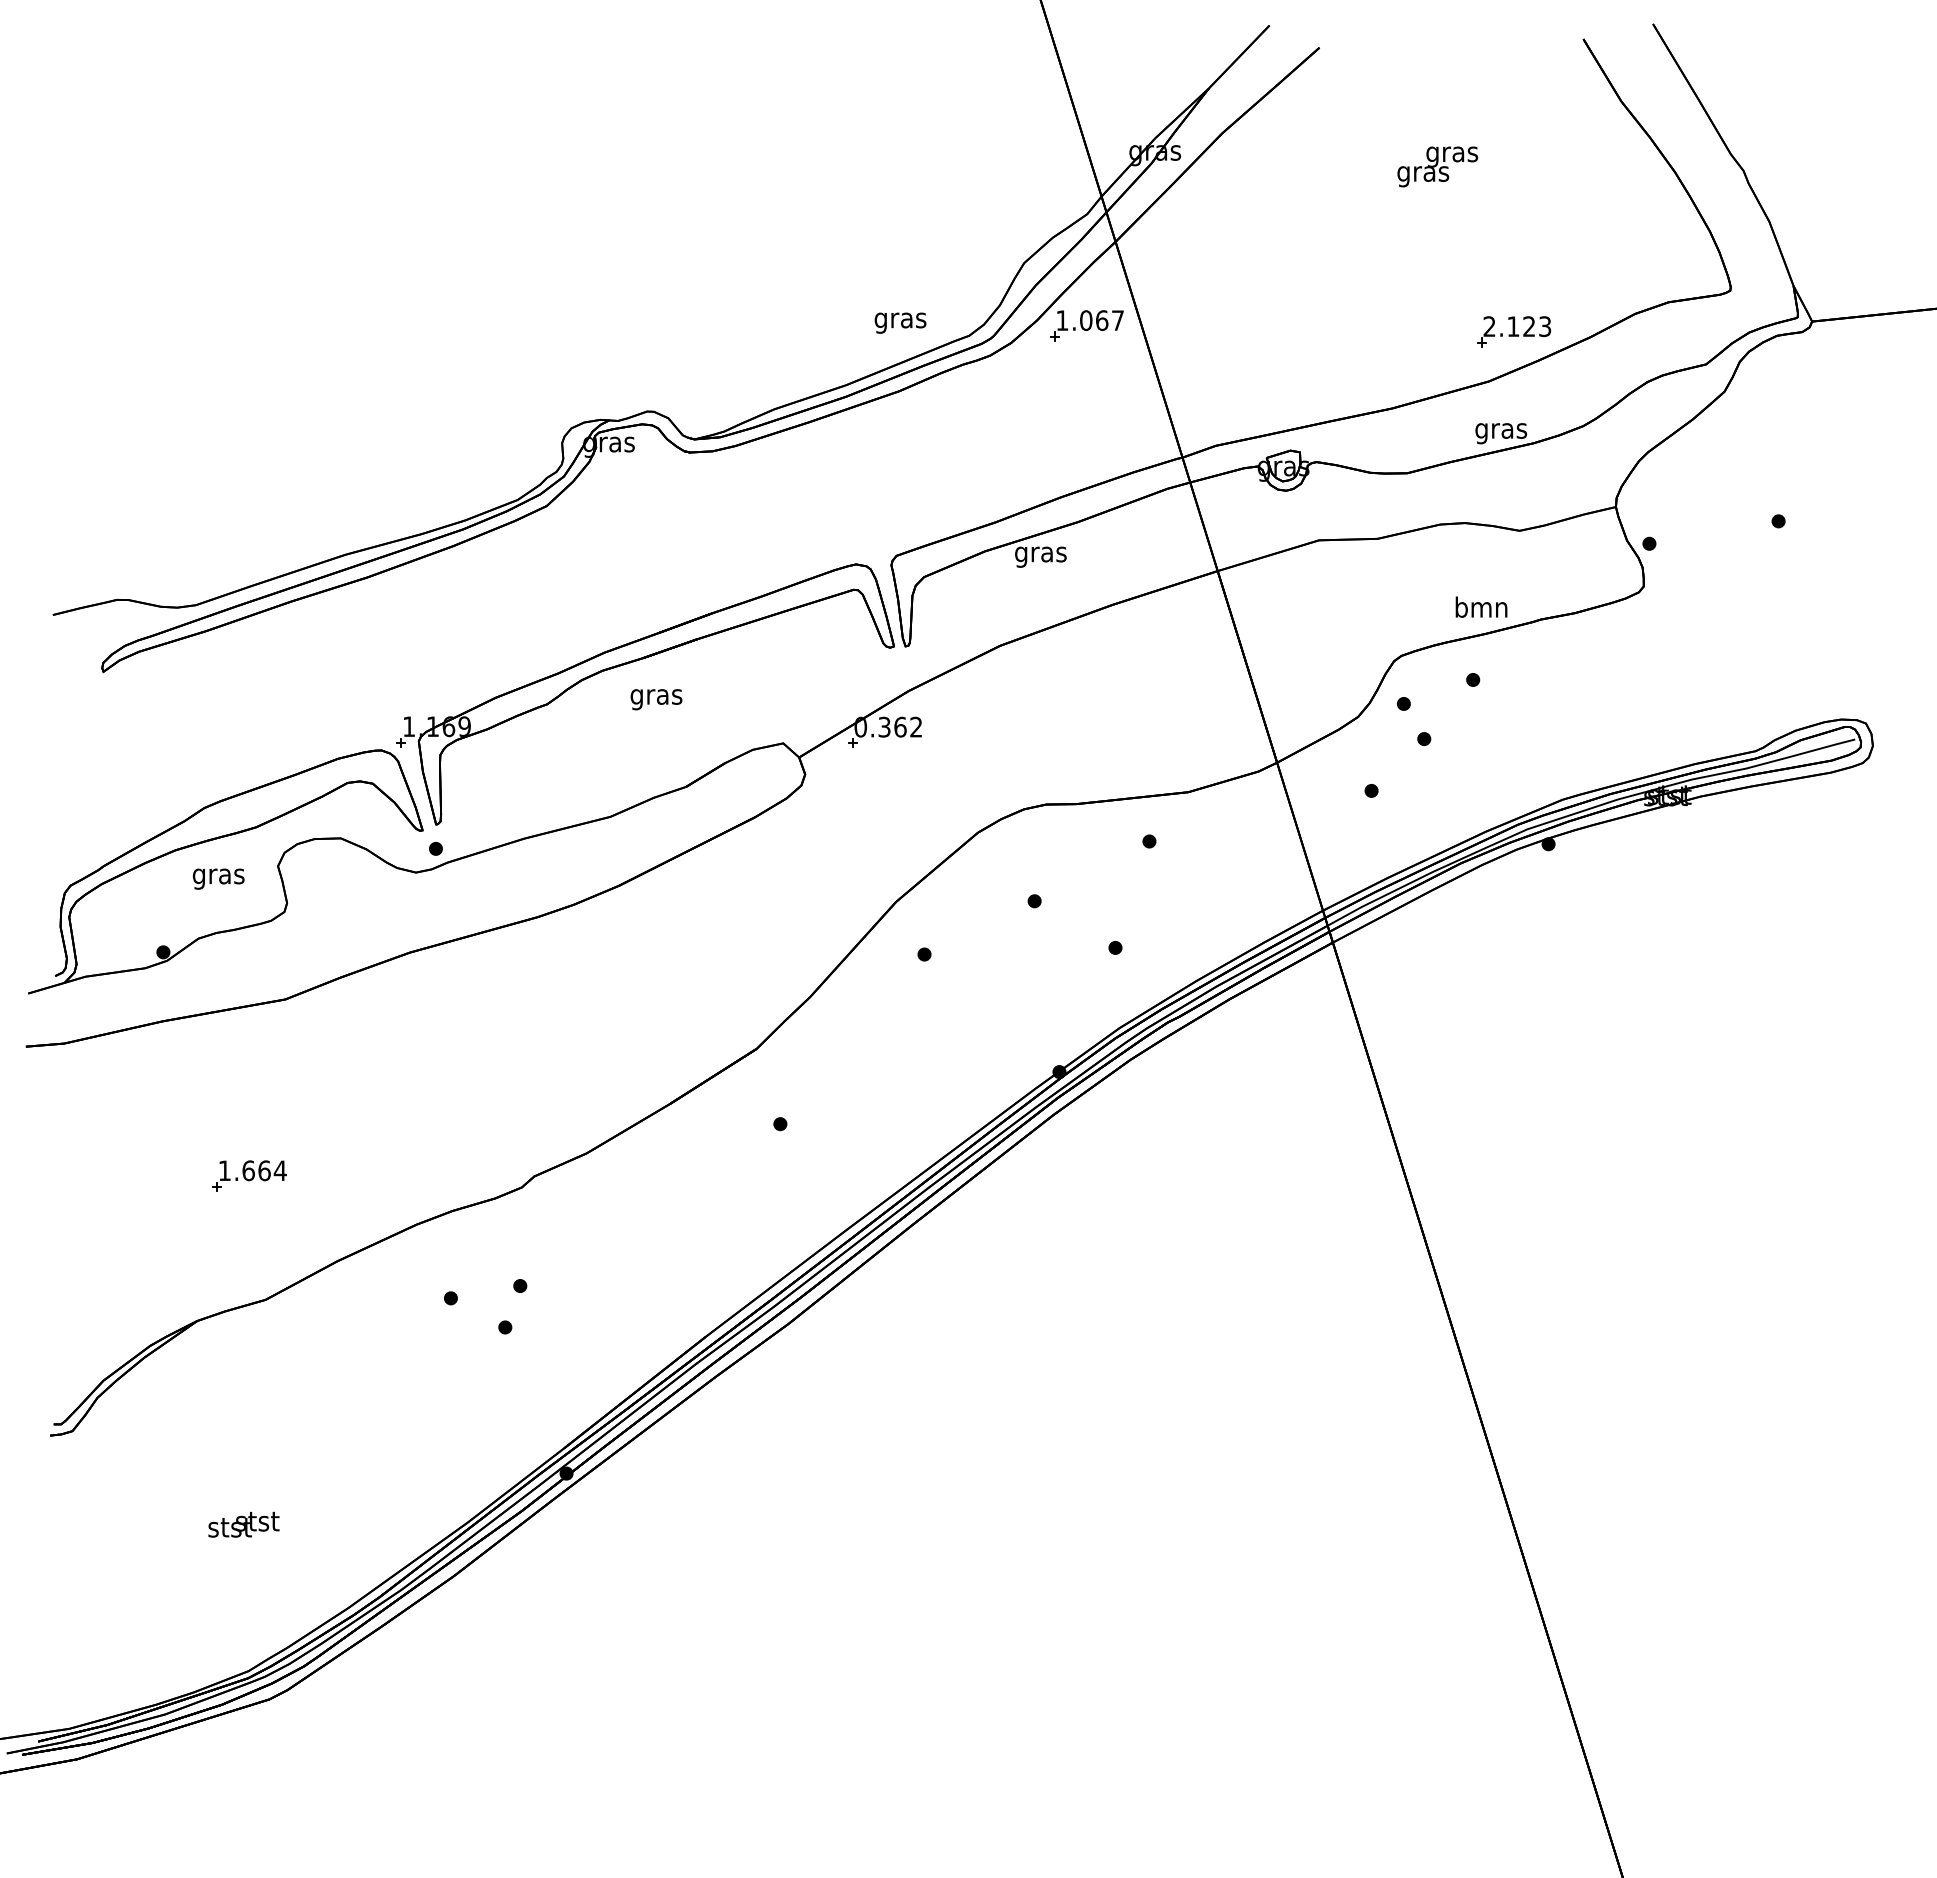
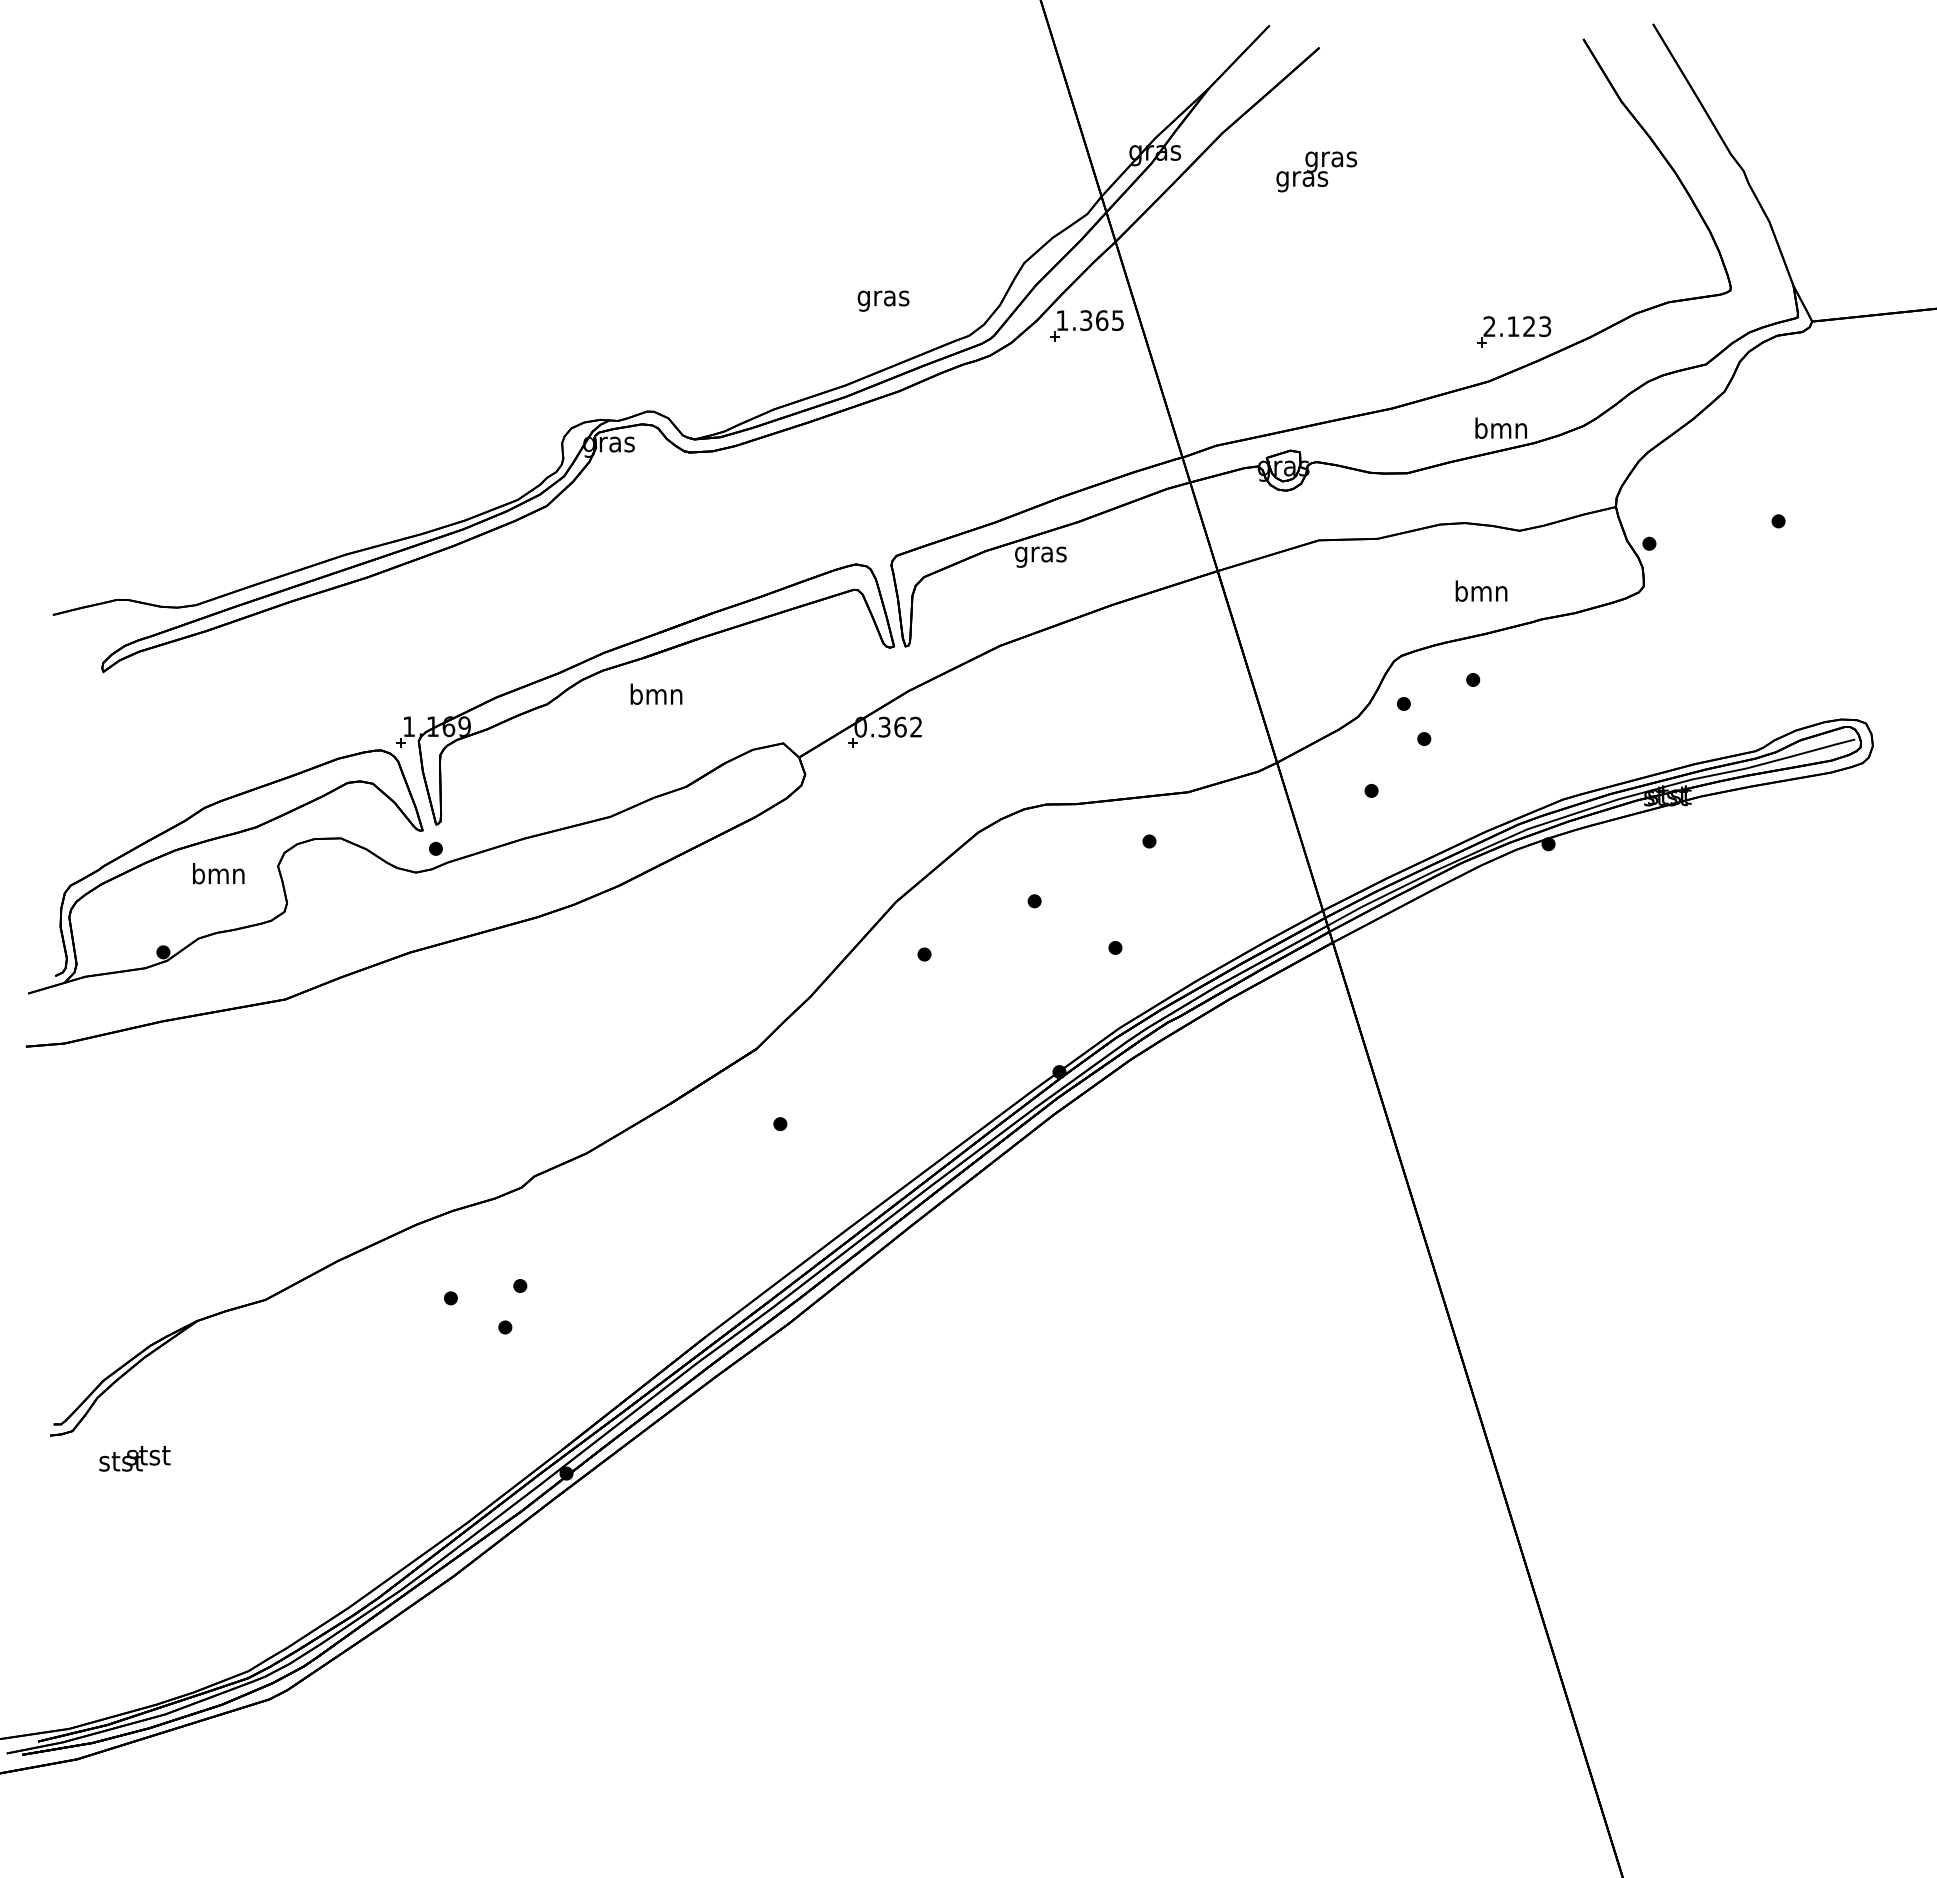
text at (1437, 166) position: (1437, 166) -> (1316, 171)
text at (1101, 320): 1.067 -> 1.365
text at (900, 322) position: (900, 322) -> (883, 300)
text at (1500, 430): gras -> bmn
text at (1481, 606) position: (1481, 606) -> (1481, 590)
text at (656, 696): gras -> bmn
text at (218, 876): gras -> bmn
part at (249, 1175): present -> none
text at (243, 1524) position: (243, 1524) -> (134, 1458)
